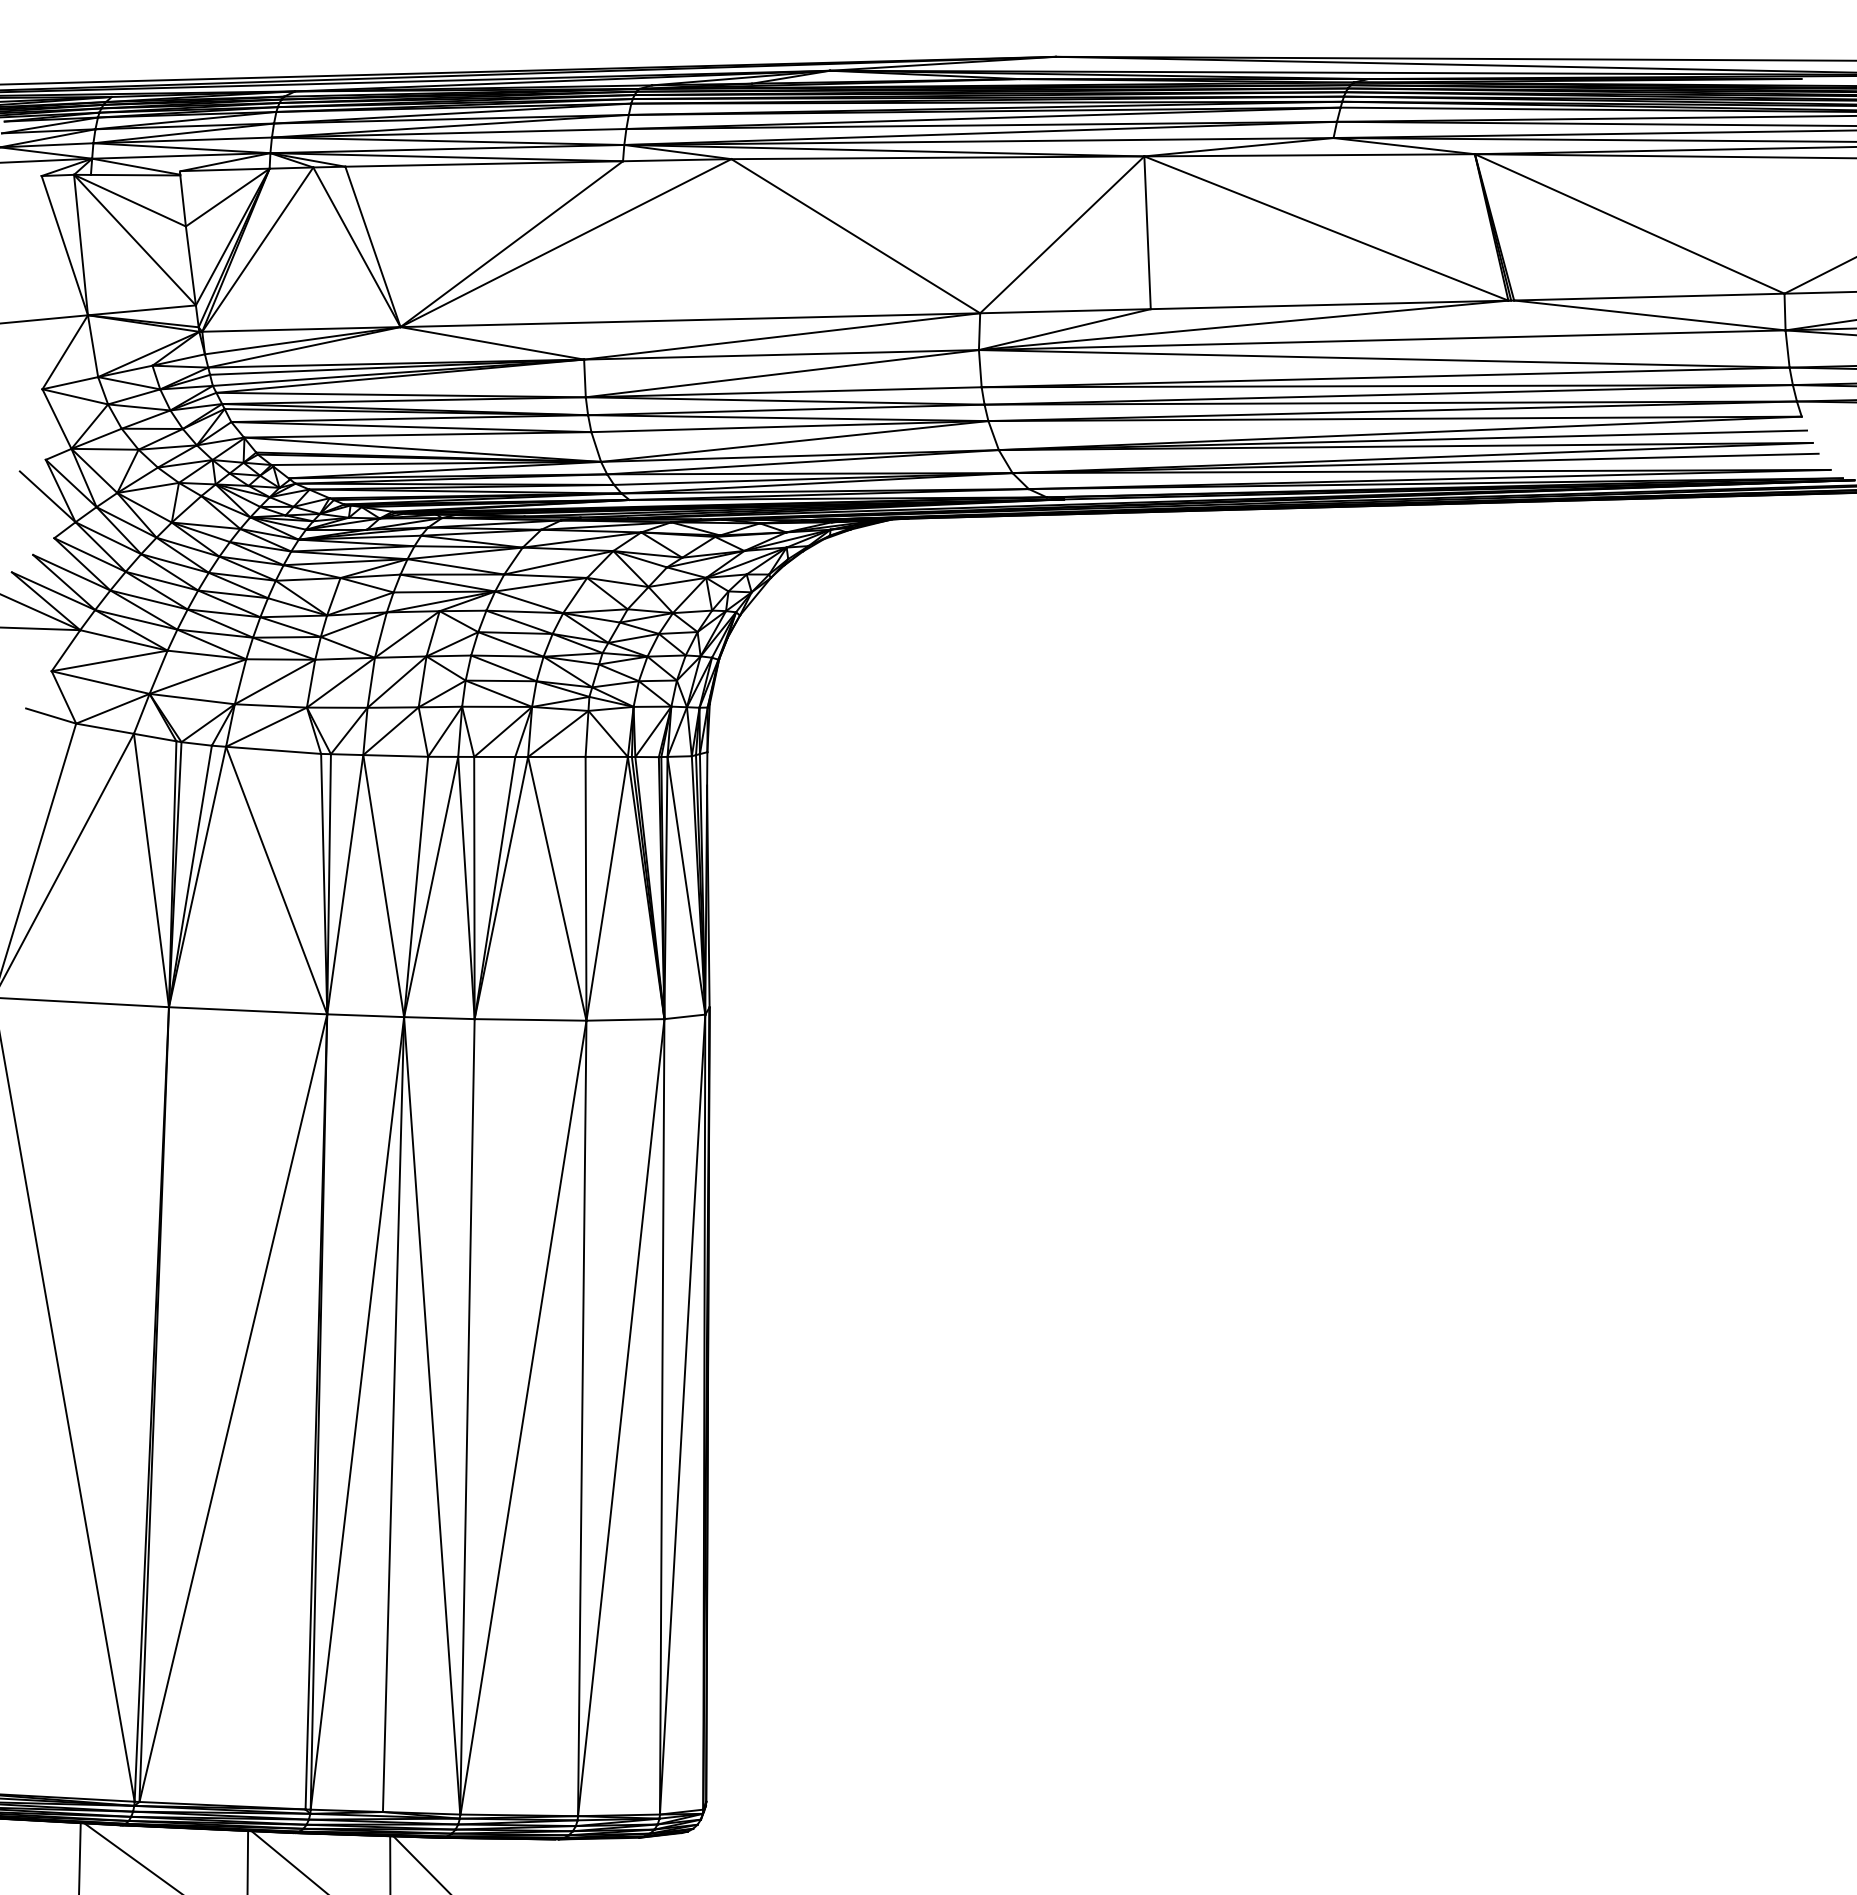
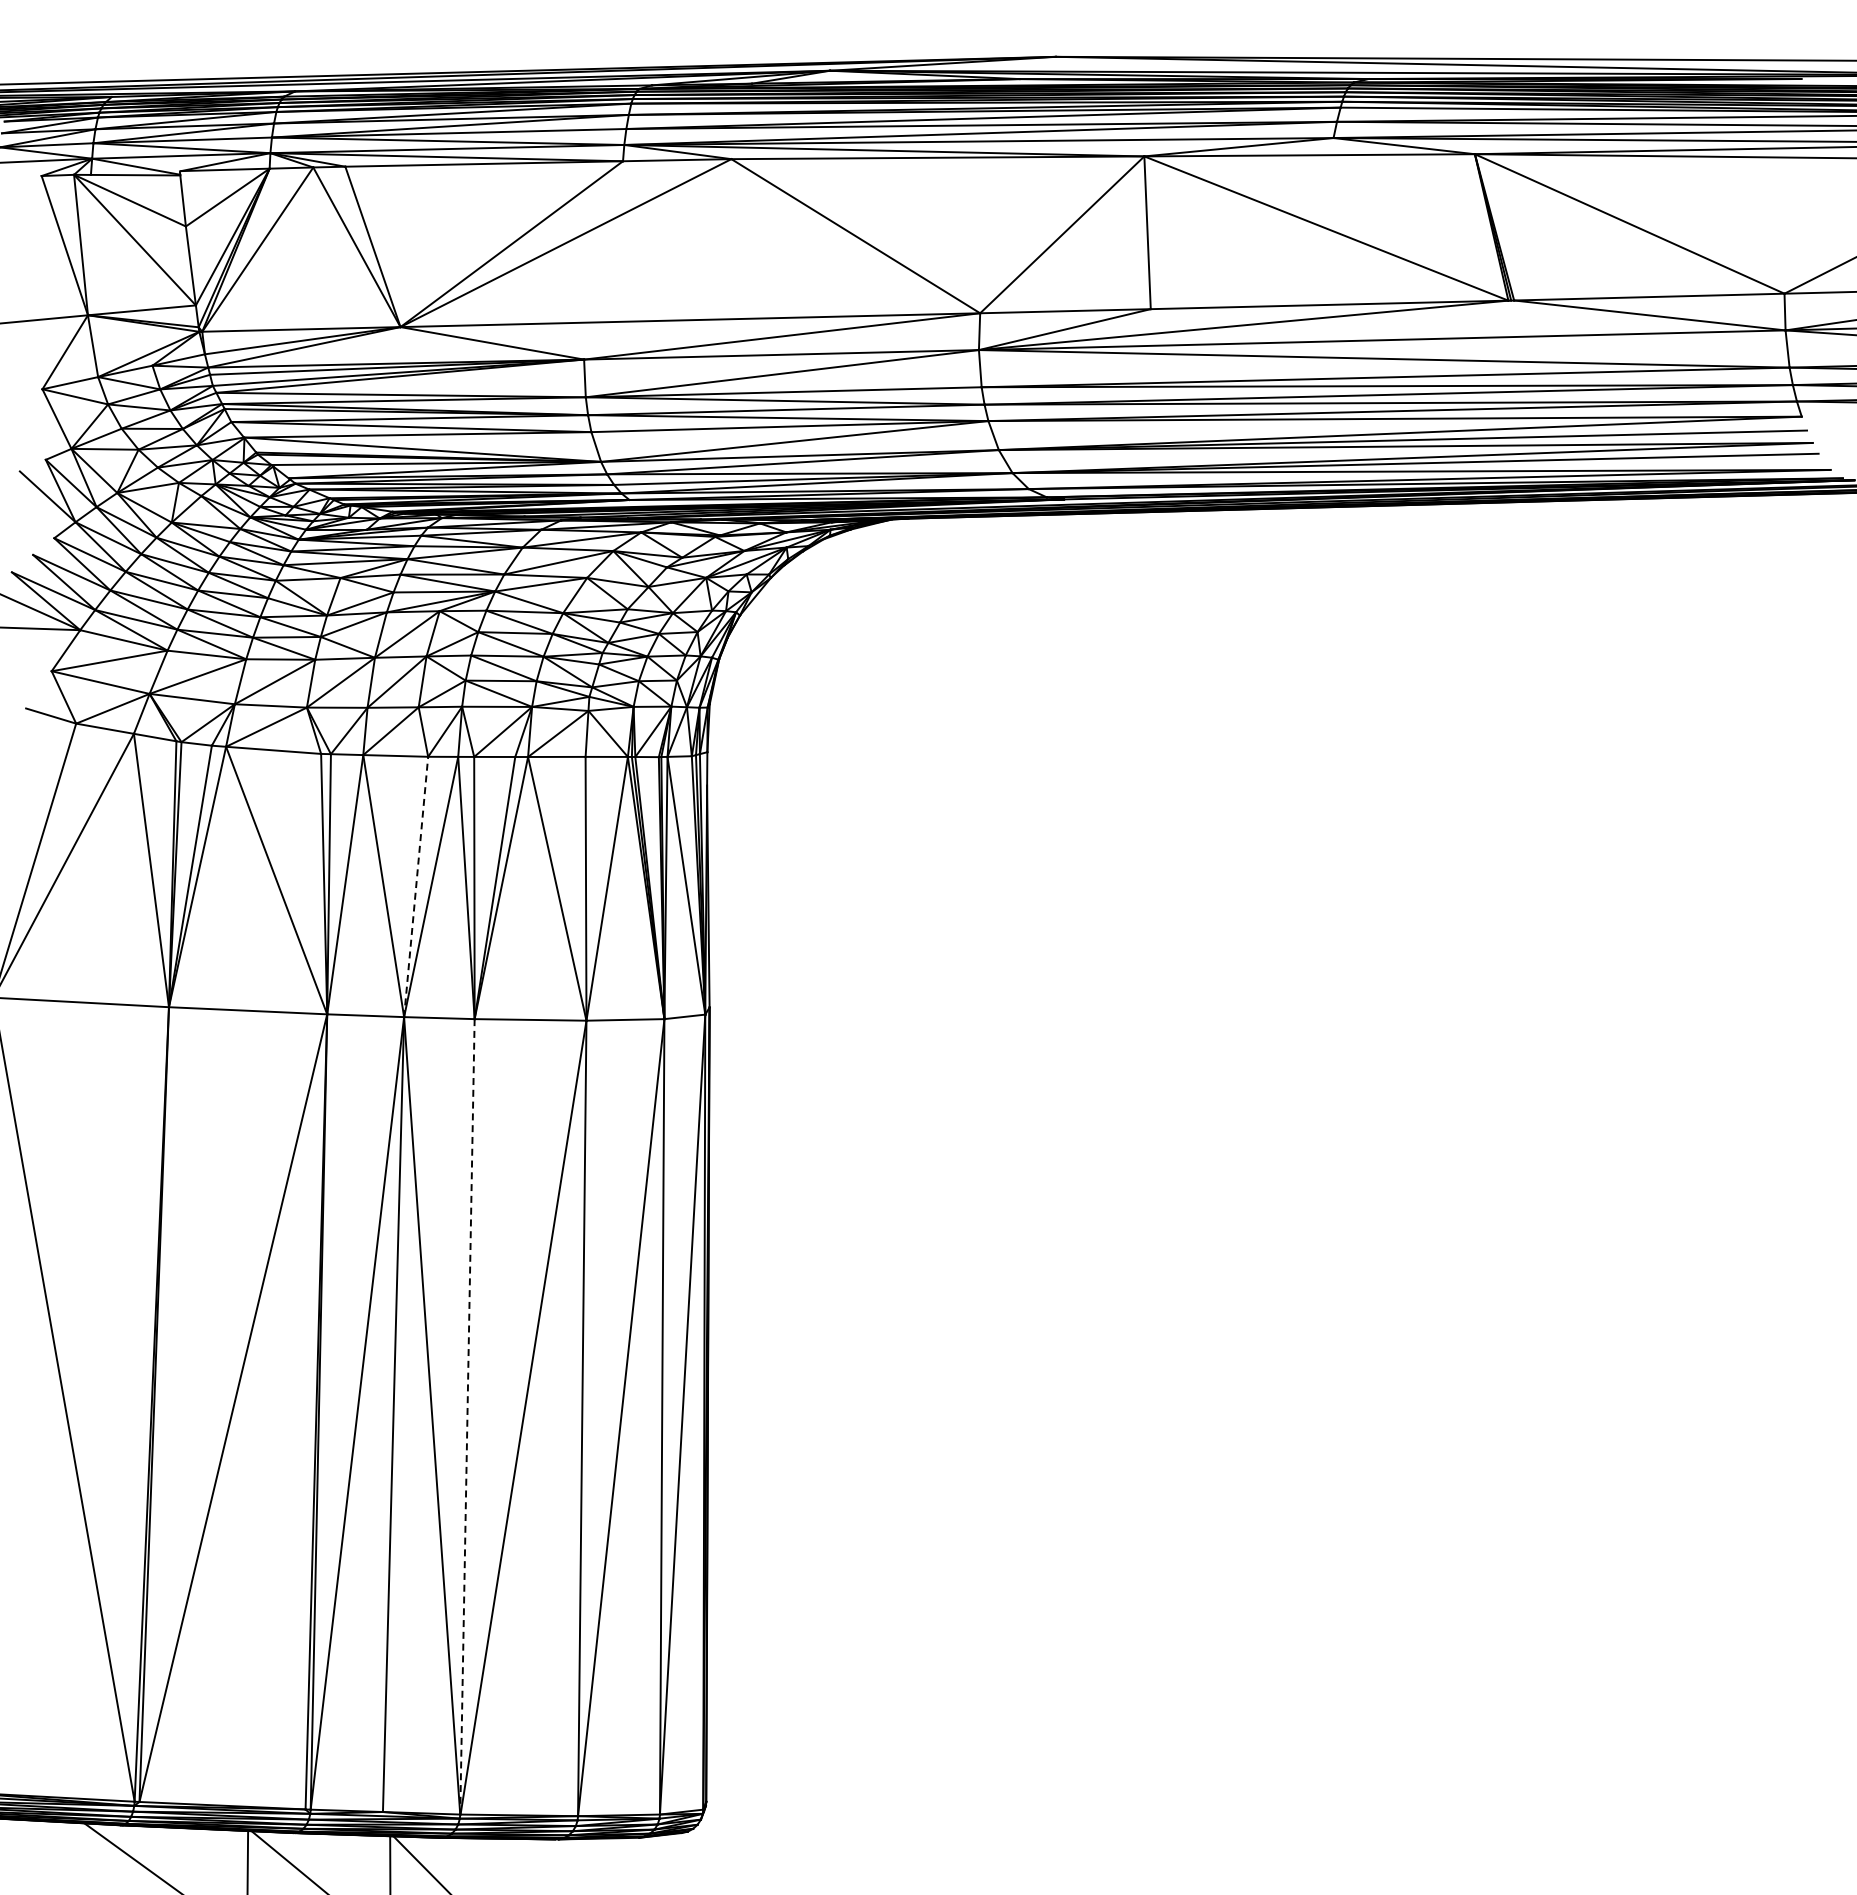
line at (416, 886): solid -> dashed
line at (467, 1416): solid -> dashed
line at (79, 1857): present -> none
